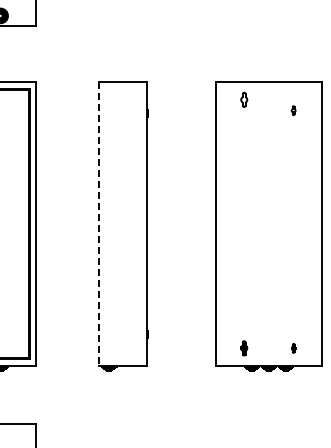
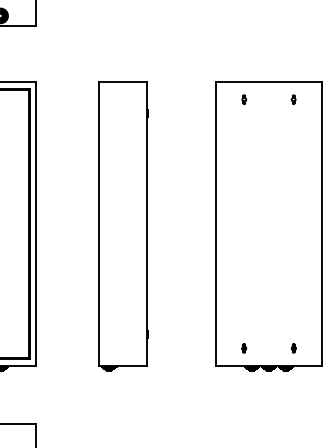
part at (244, 99) size: 9x17 px -> 7x11 px
part at (293, 110) position: (293, 110) -> (293, 99)
line at (99, 224): dashed -> solid
part at (244, 348) size: 9x17 px -> 7x11 px
